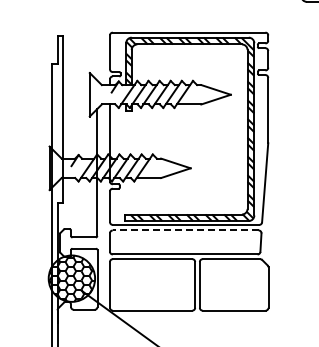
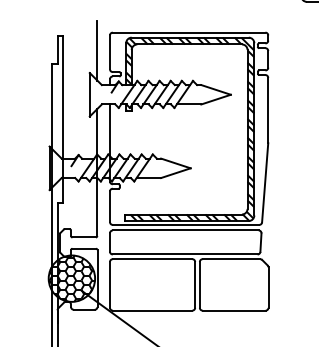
line at (97, 50): none -> present
line at (185, 230): dashed -> solid
